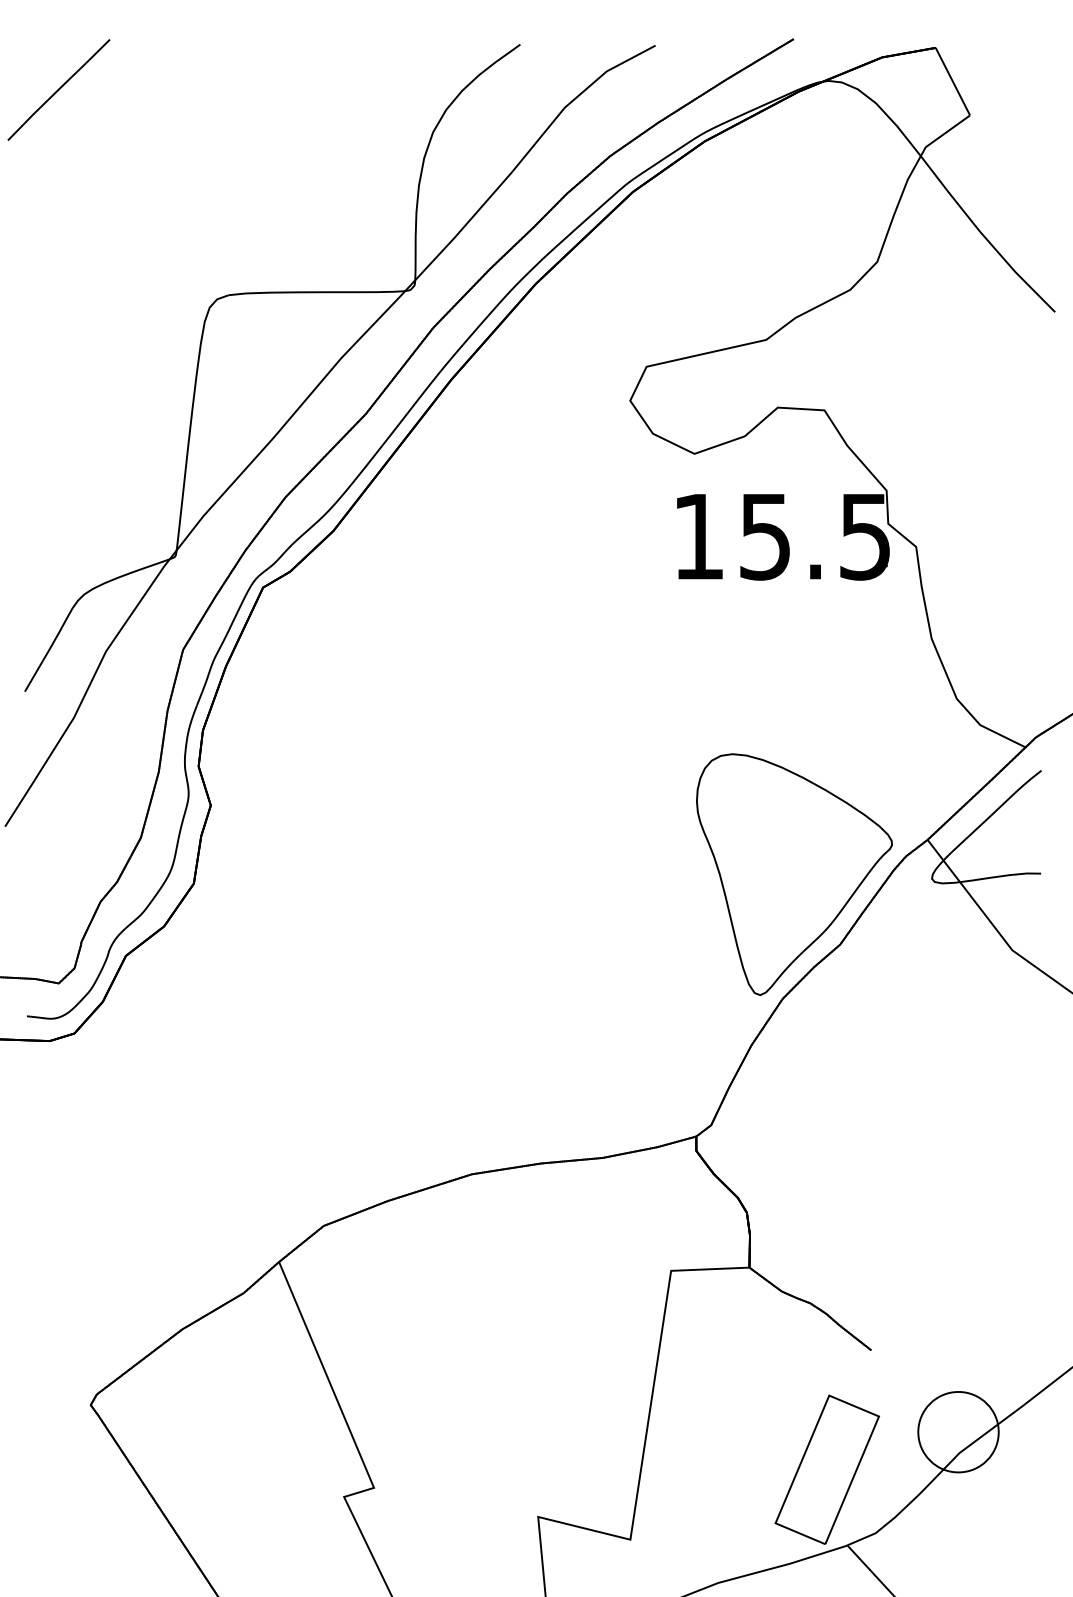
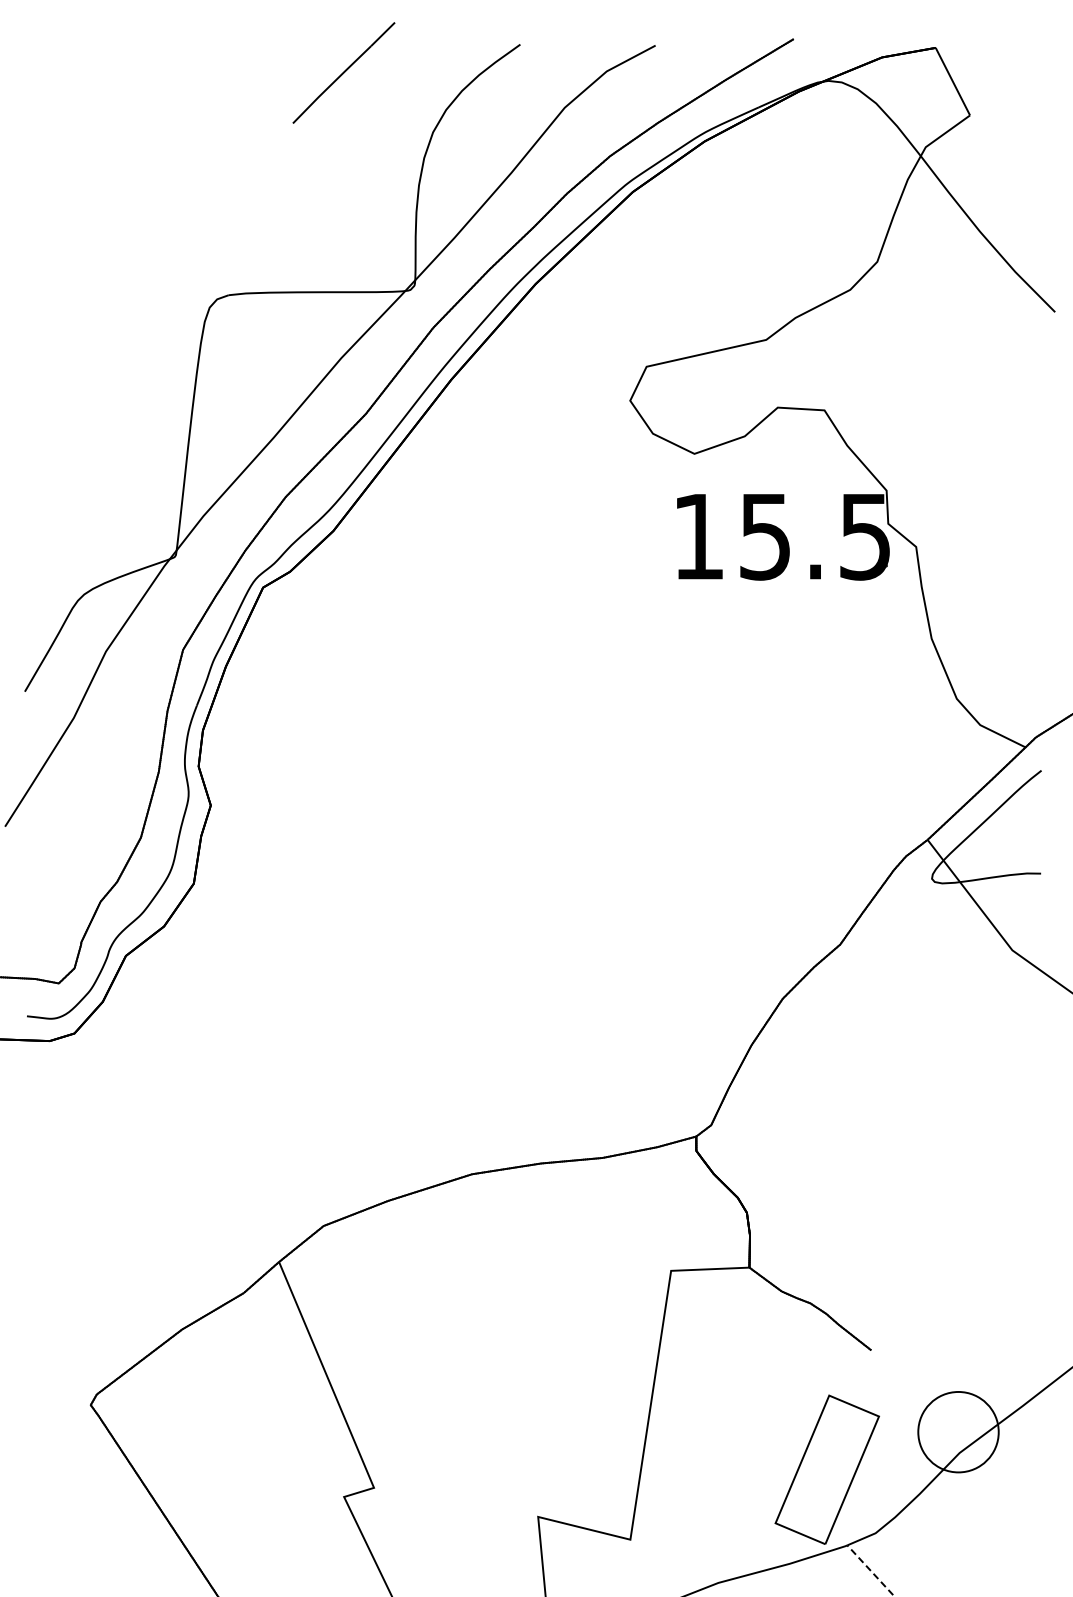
line at (58, 89) position: (58, 89) -> (343, 72)
part at (794, 874): present -> none
line at (871, 1571): solid -> dashed
